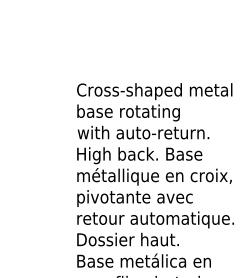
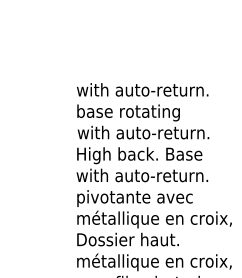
text at (154, 91): Cross-shaped metal -> with auto-return.
text at (153, 176): métallique en croix, -> with auto-return.
text at (157, 219): retour automatique. -> métallique en croix,
text at (154, 262): Base metálica en -> métallique en croix,
